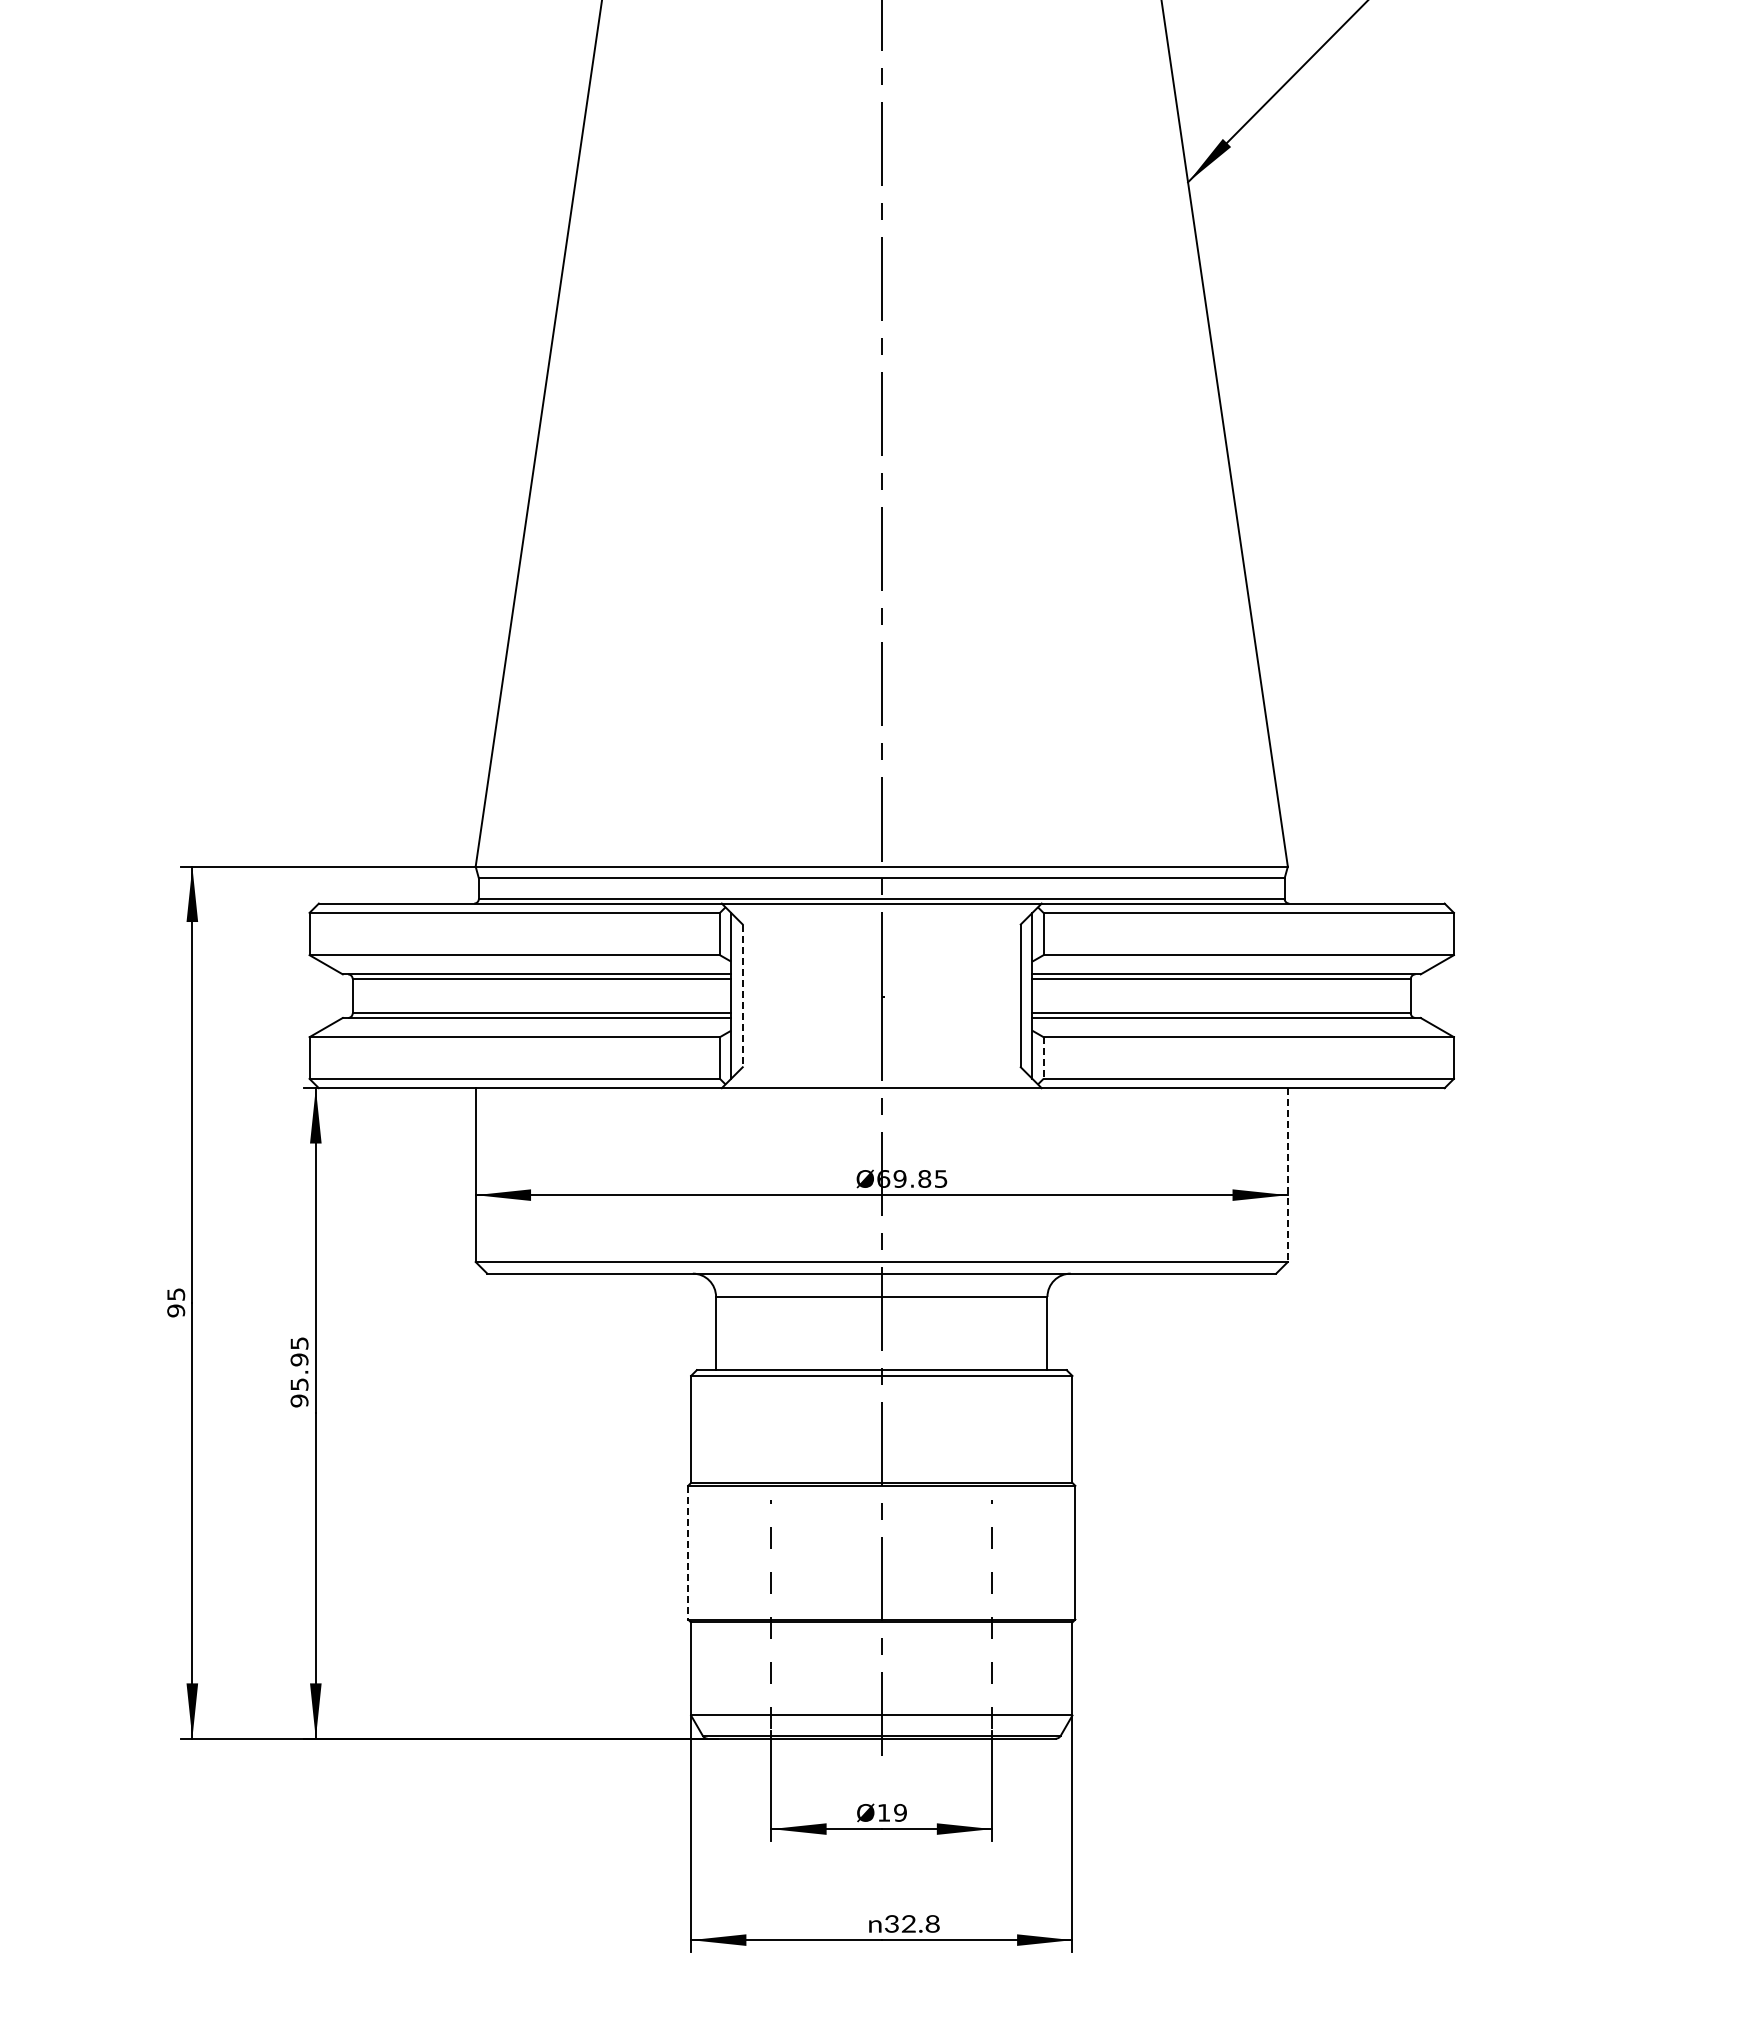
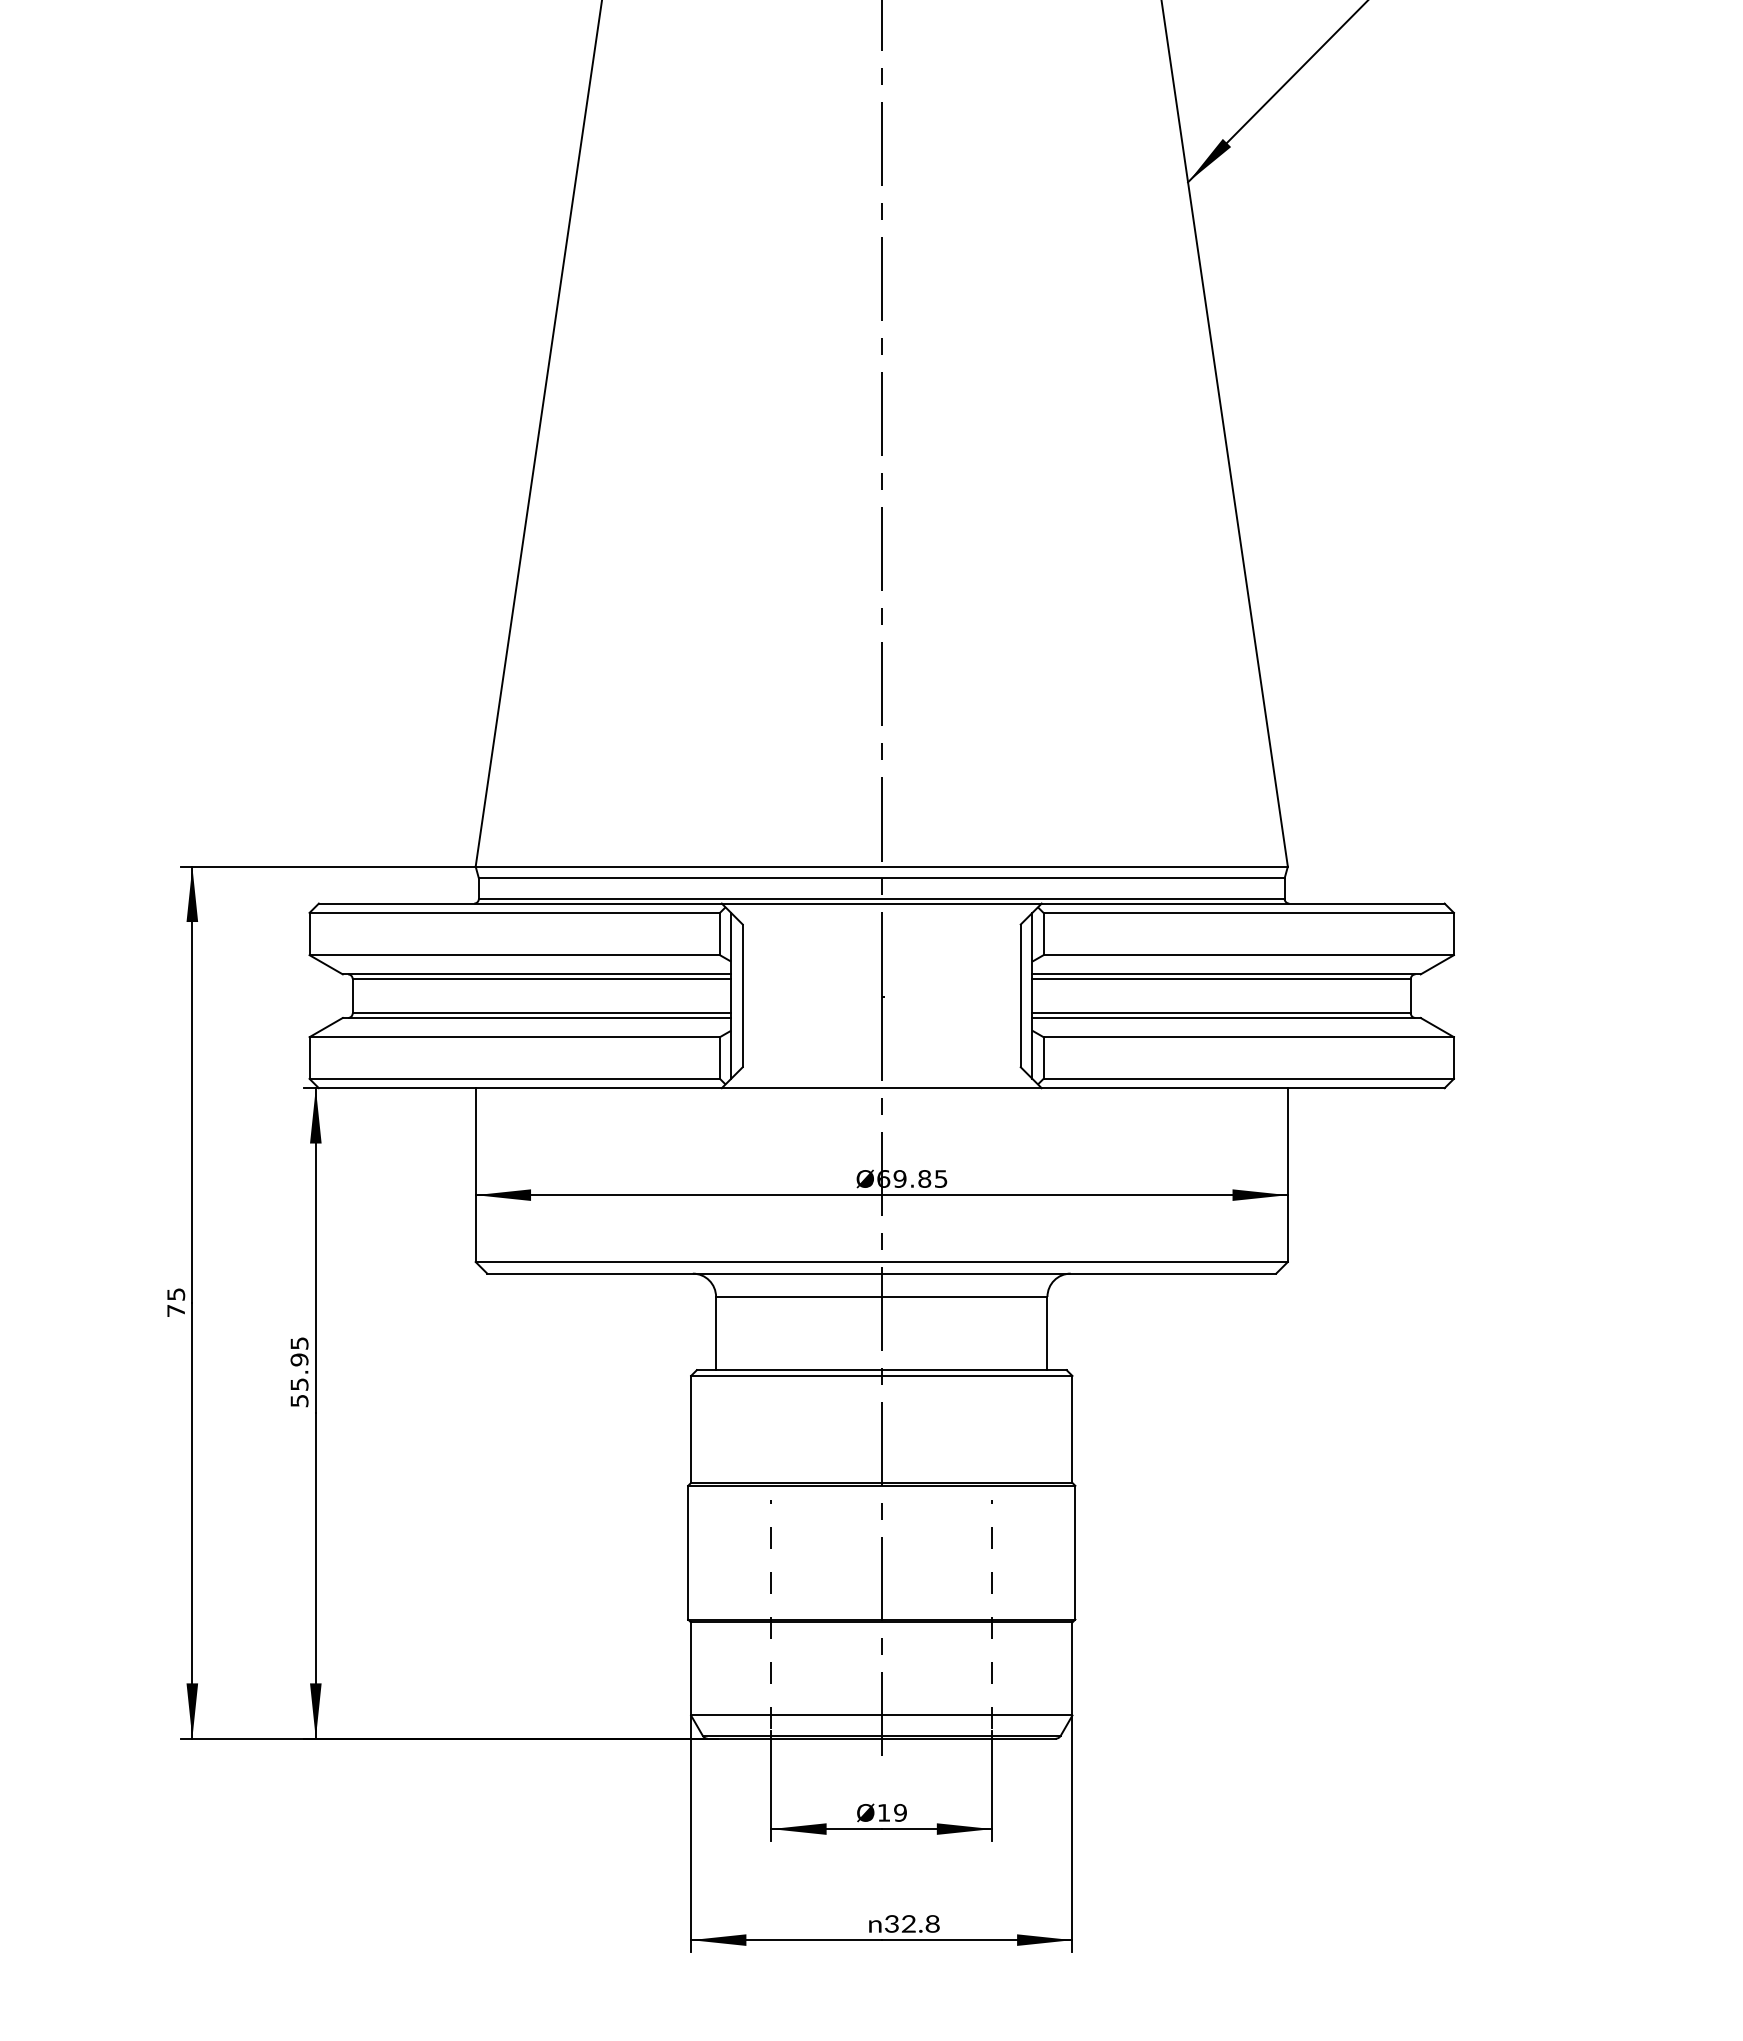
line at (742, 996): dashed -> solid
line at (1043, 1058): dashed -> solid
line at (1287, 1175): dashed -> solid
text at (176, 1310): 95 -> 75
text at (299, 1400): 95.95 -> 55.95
line at (688, 1552): dashed -> solid
